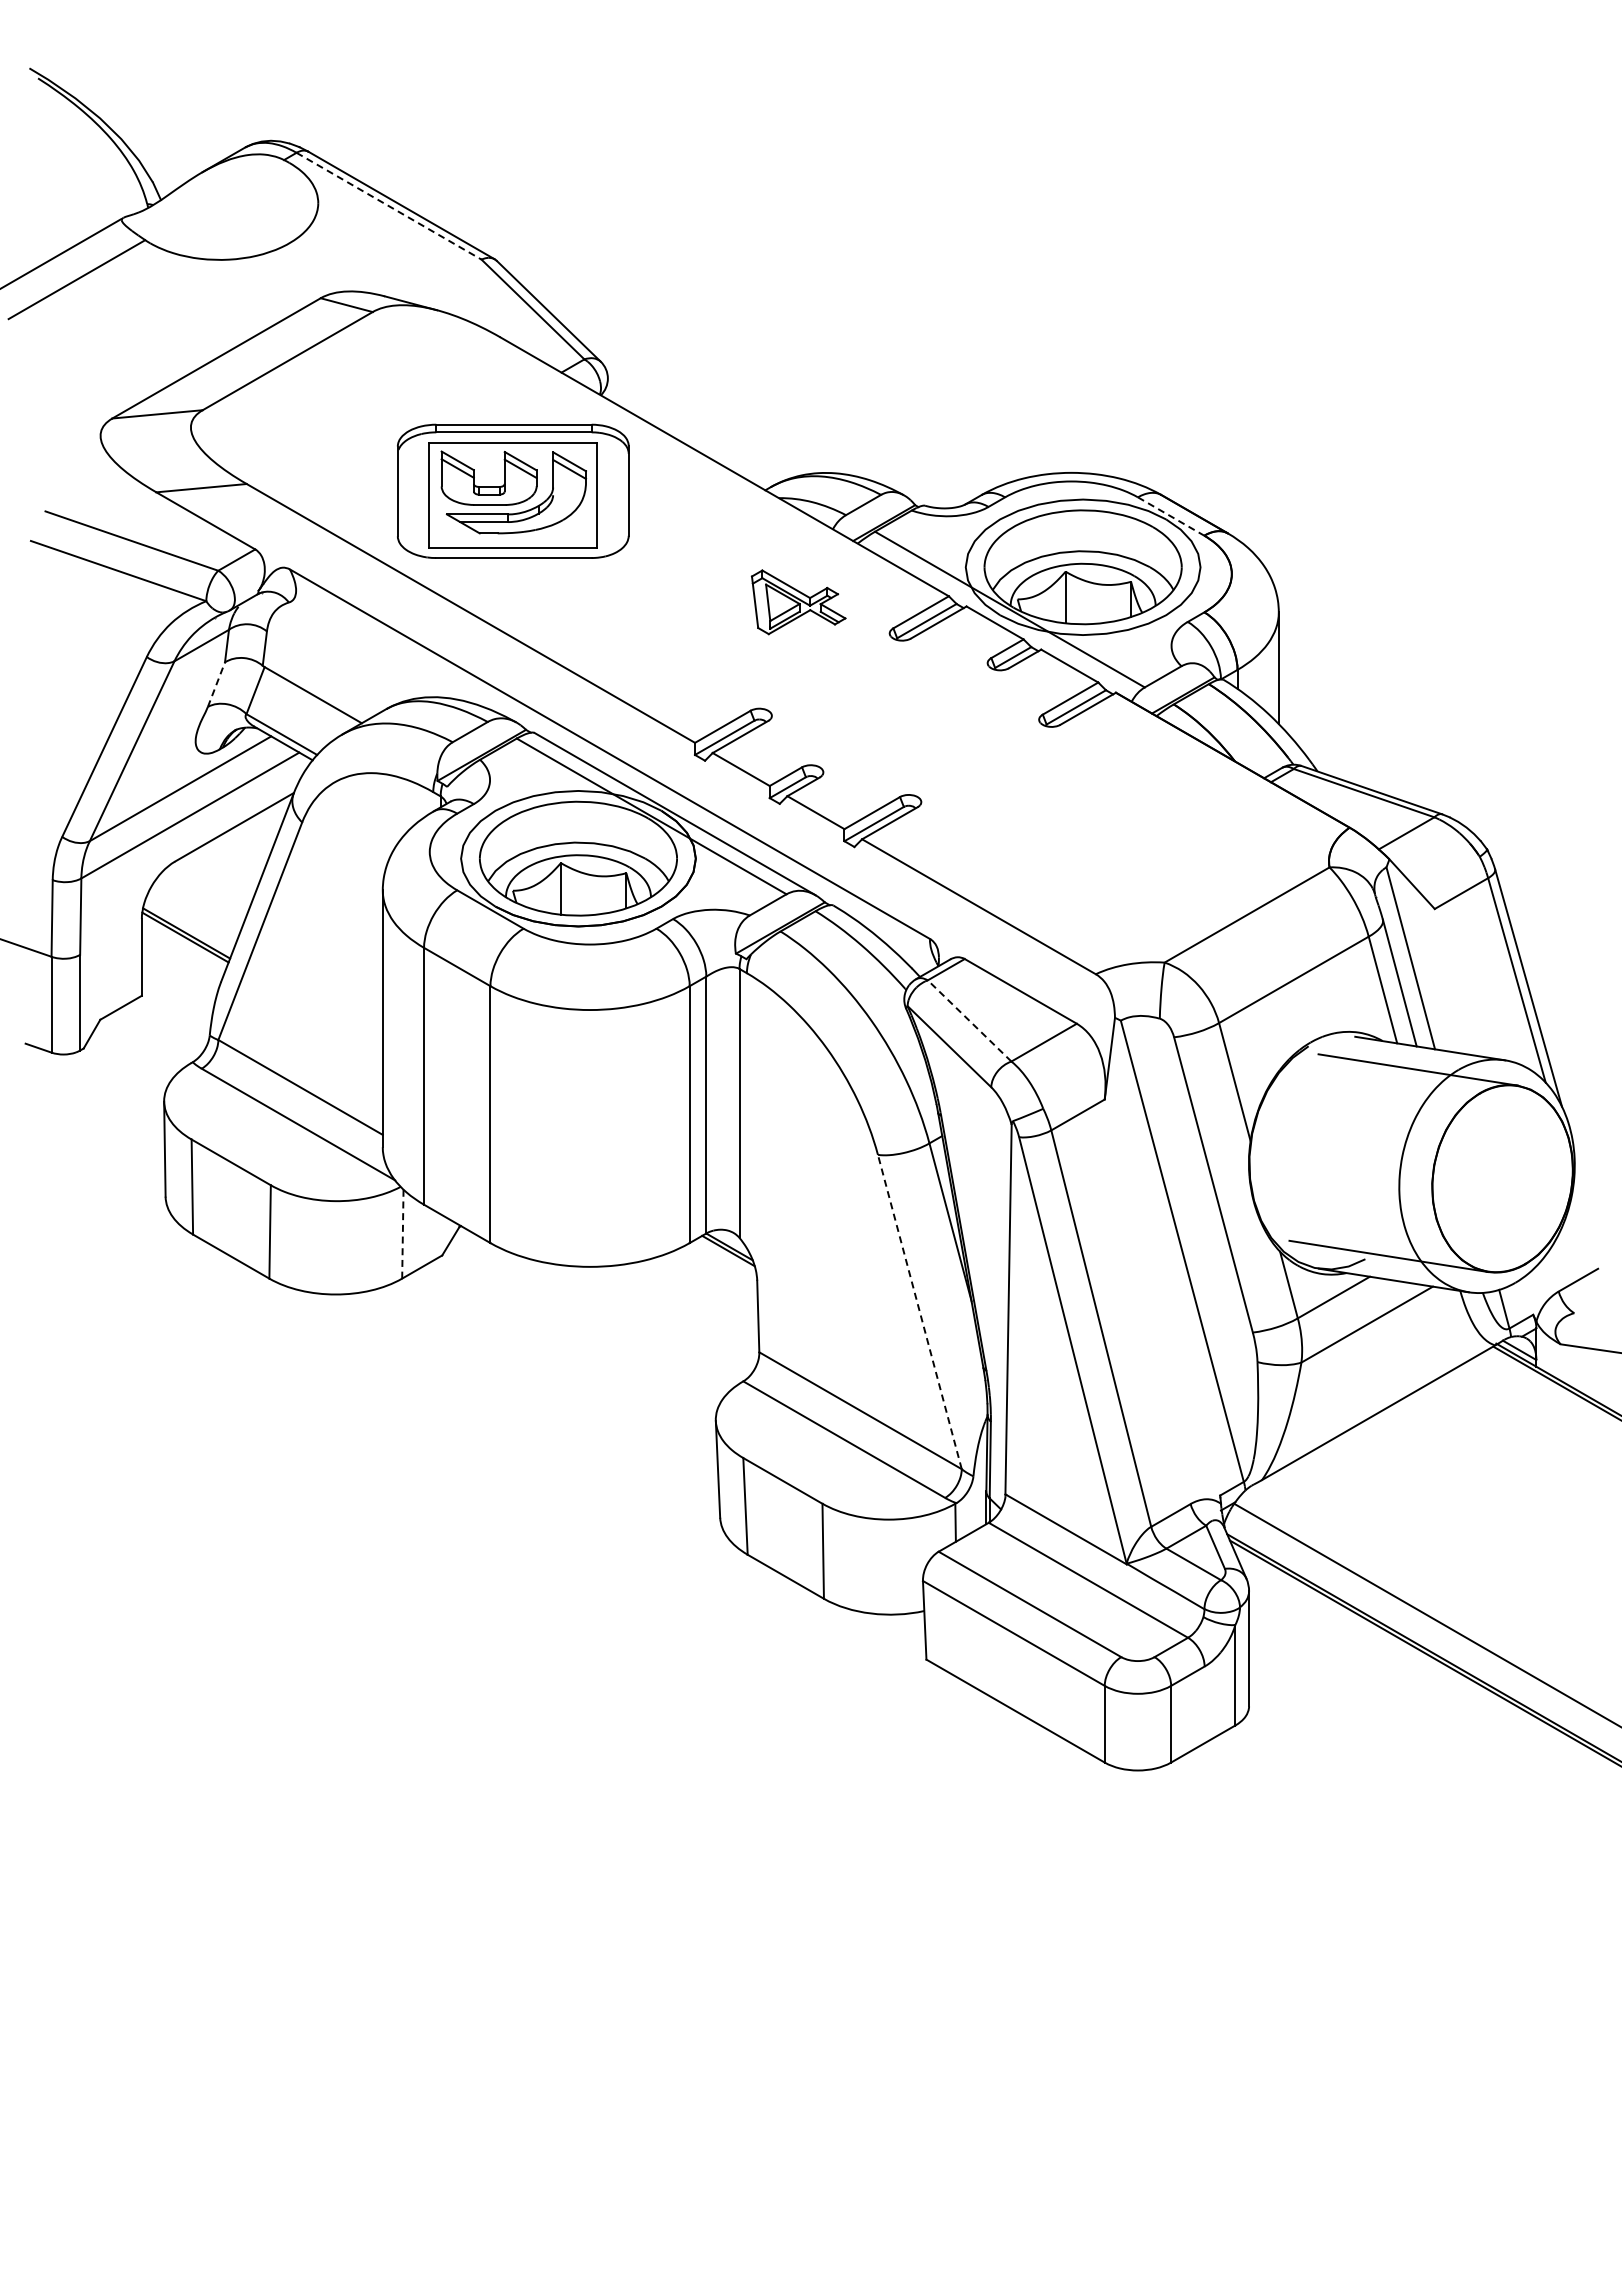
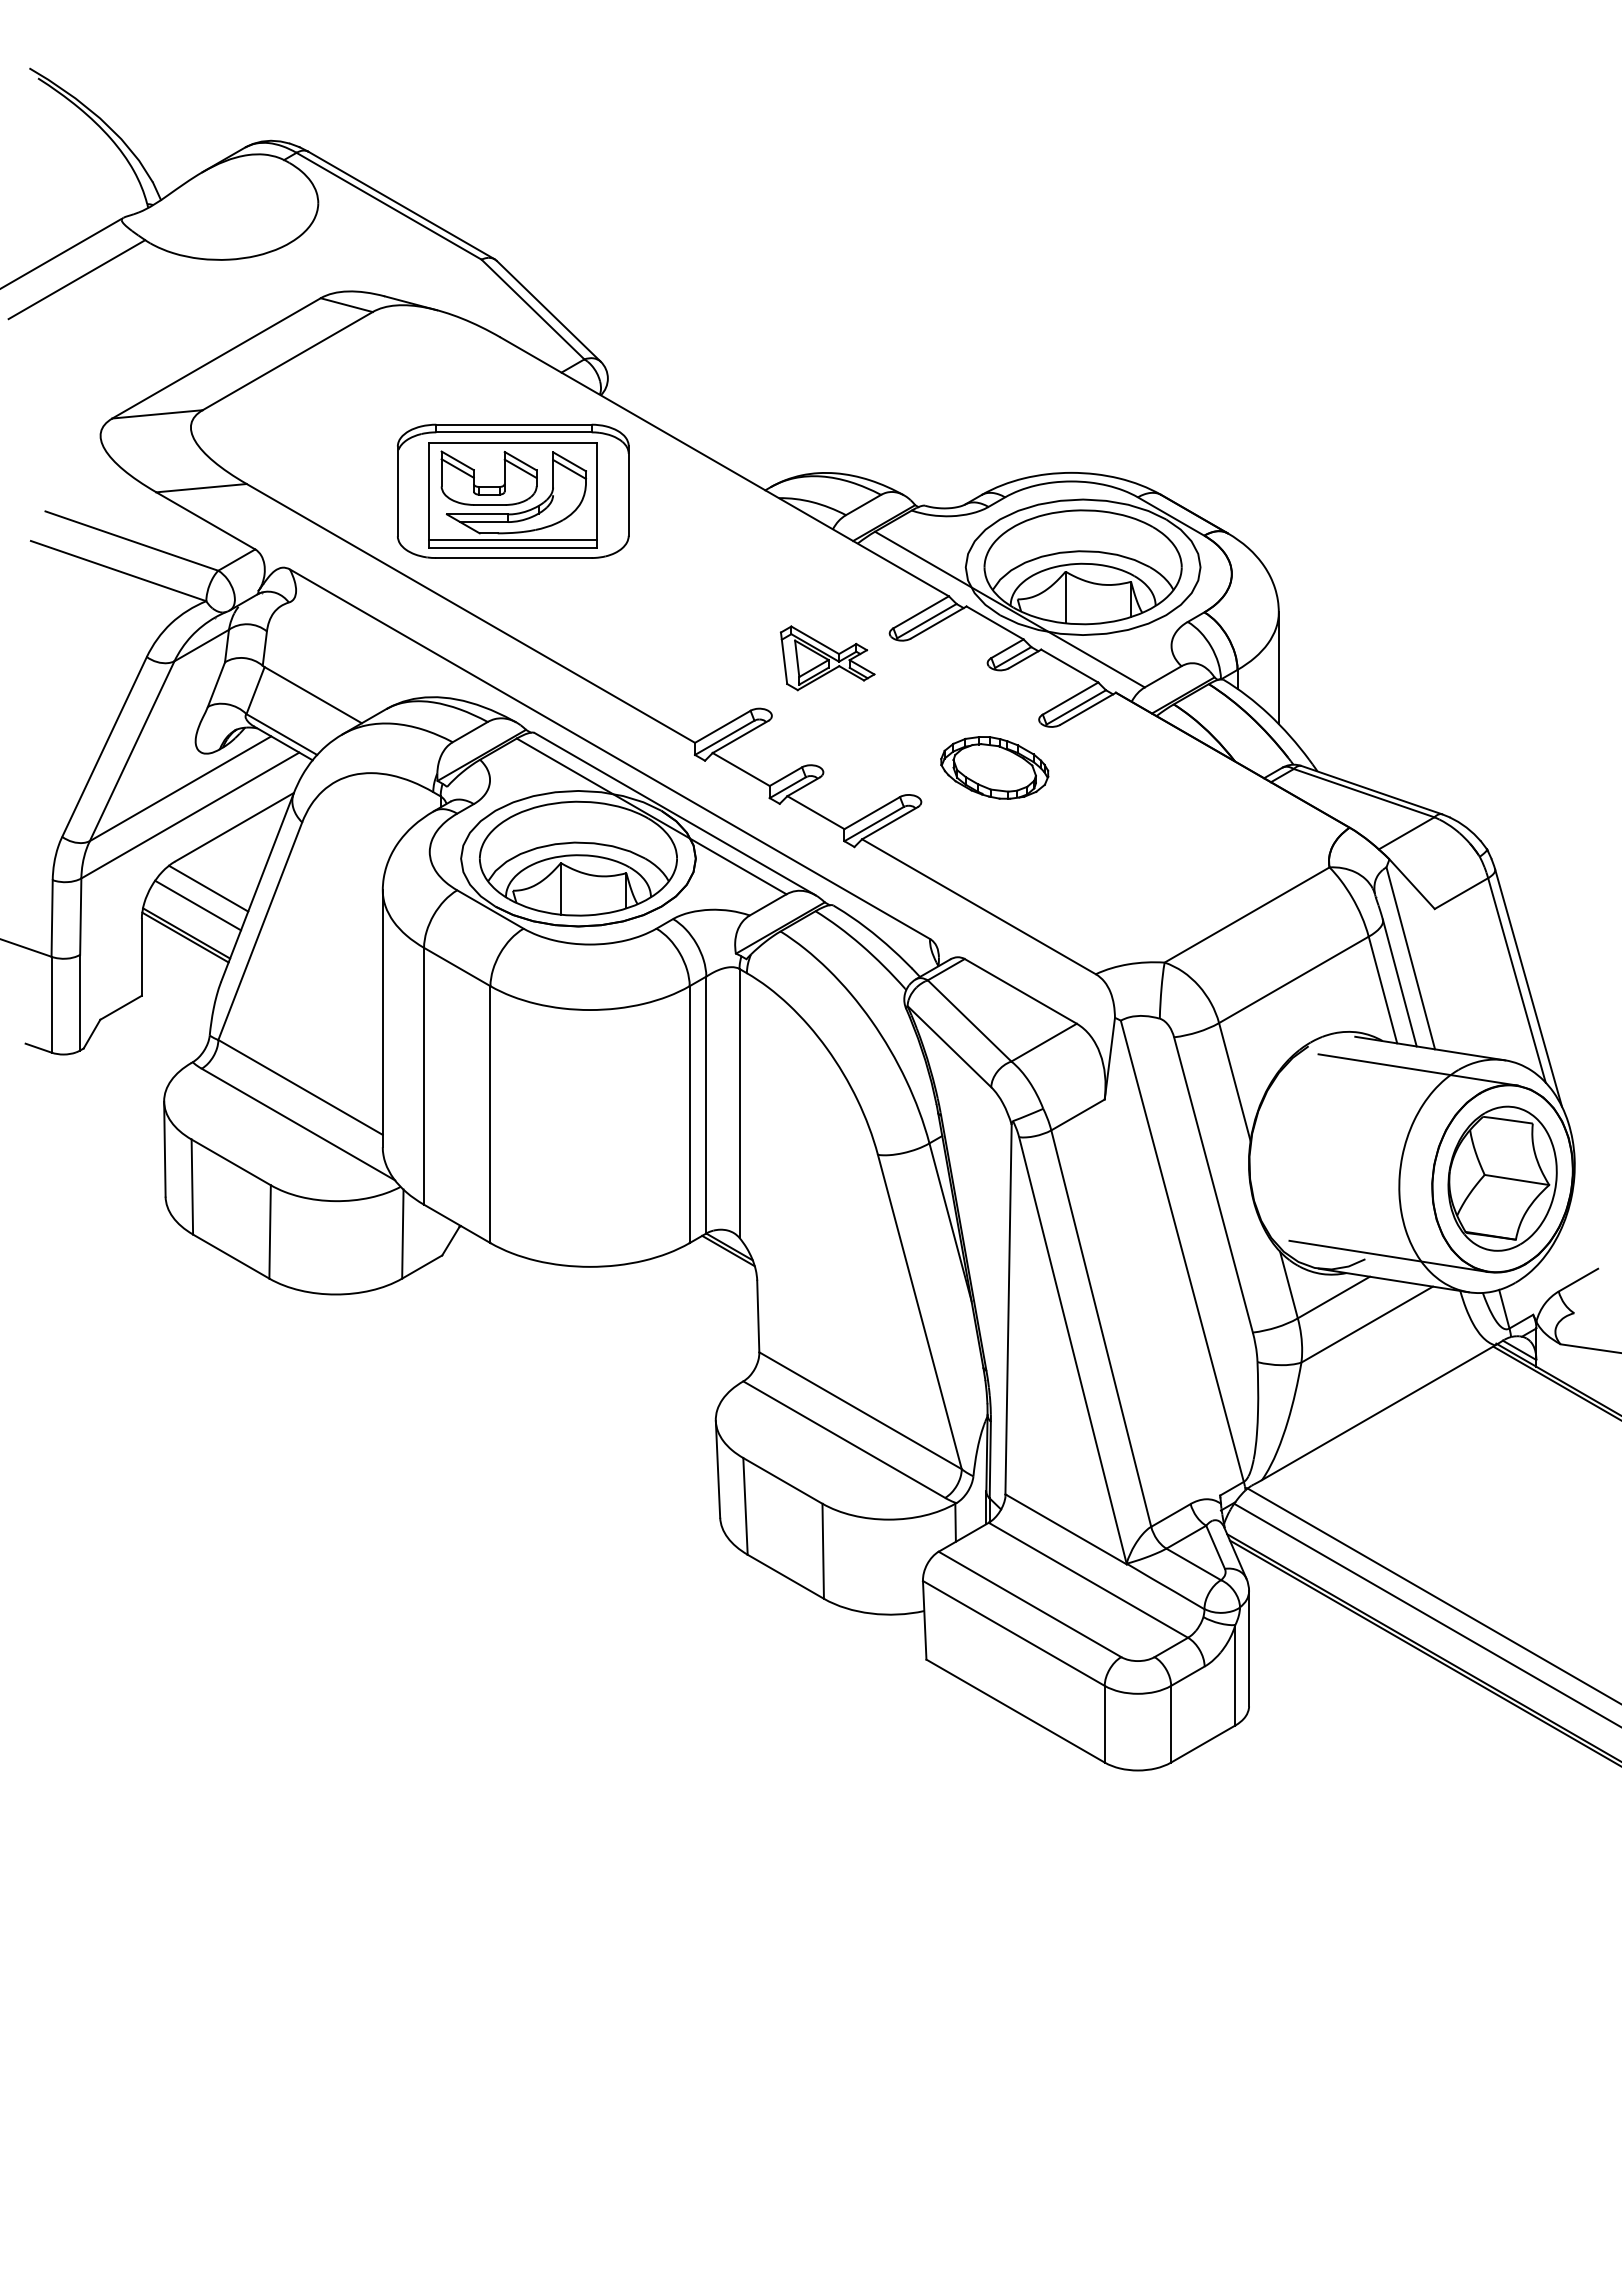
line at (389, 206): dashed -> solid
line at (1171, 516): dashed -> solid
line at (513, 539): none -> present
part at (798, 602) position: (798, 602) -> (827, 658)
line at (216, 684): dashed -> solid
part at (994, 767): none -> present
line at (208, 888): none -> present
line at (198, 905): none -> present
line at (969, 1020): dashed -> solid
part at (1502, 1178): none -> present
line at (402, 1234): dashed -> solid
line at (919, 1312): dashed -> solid
line at (1432, 1595): none -> present
